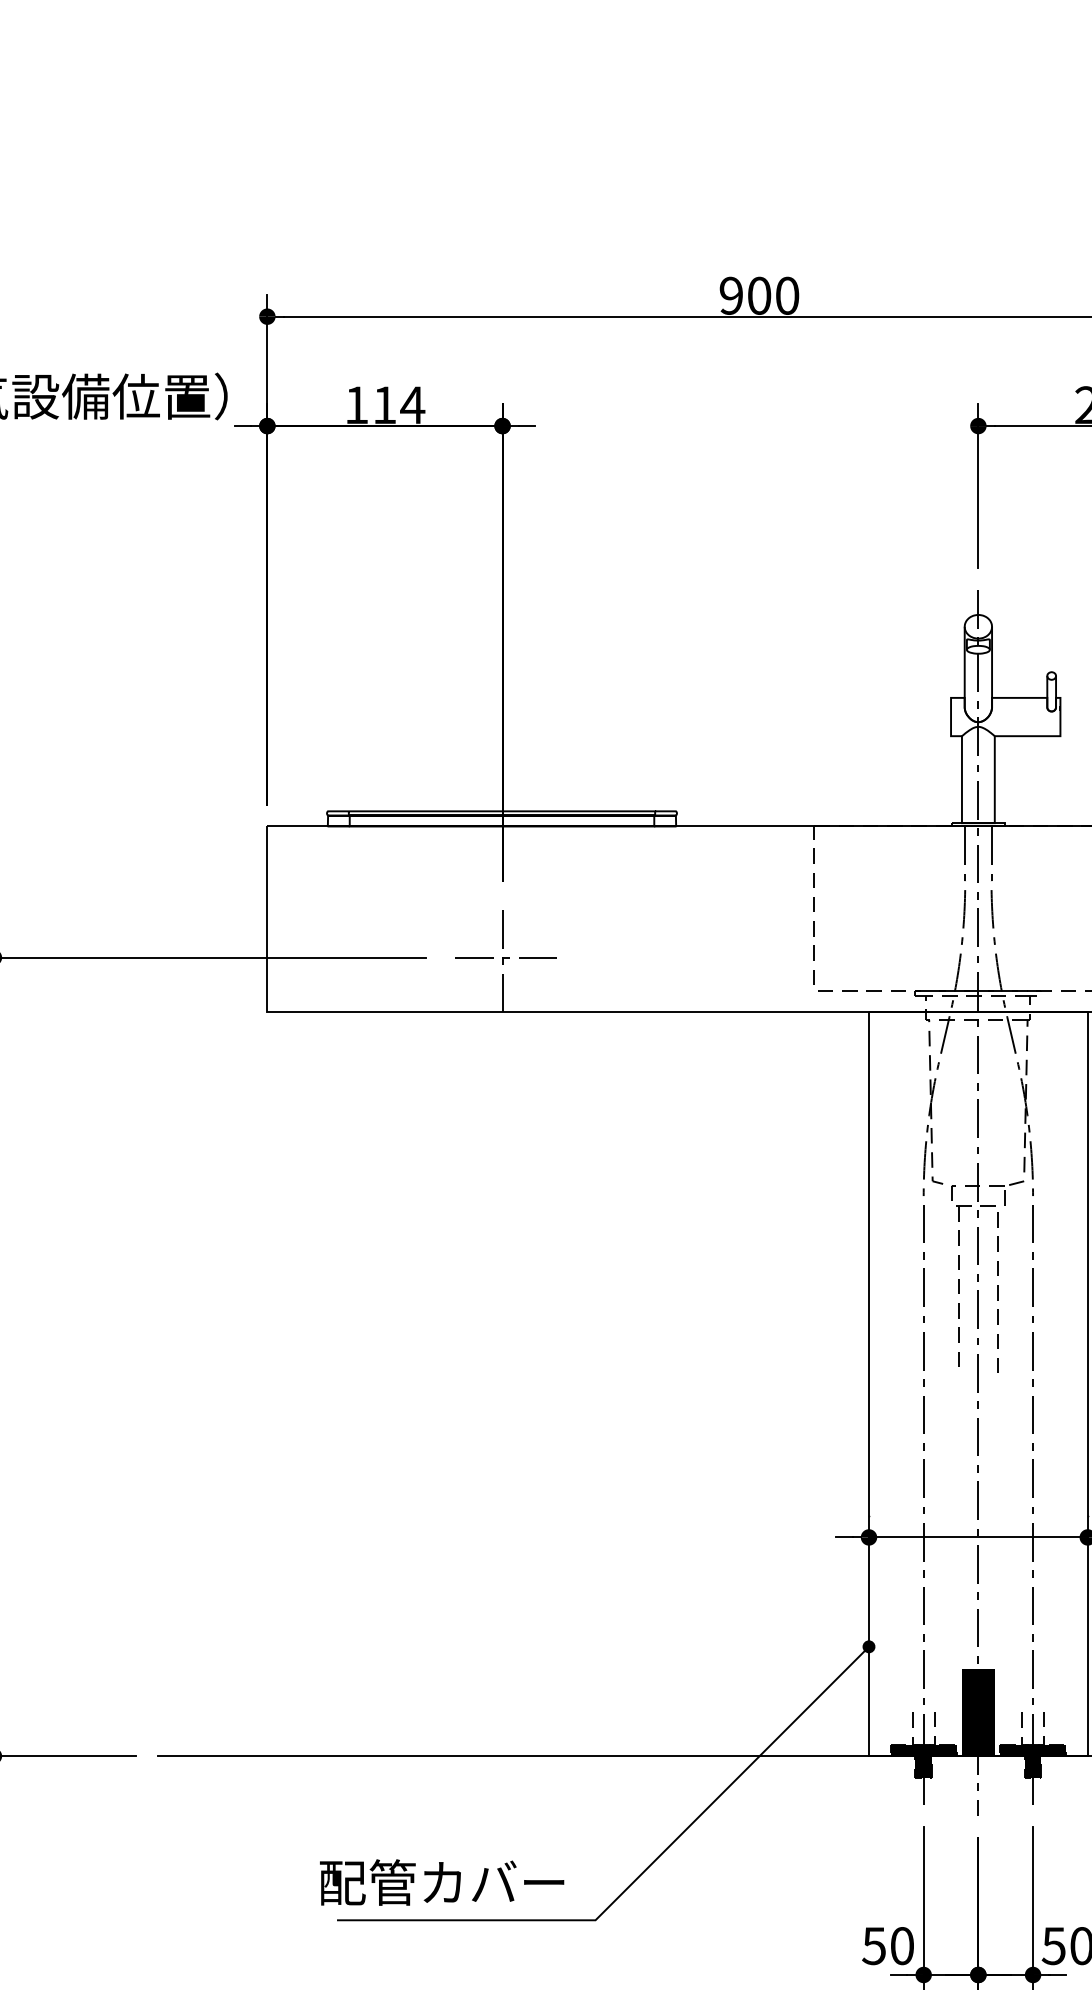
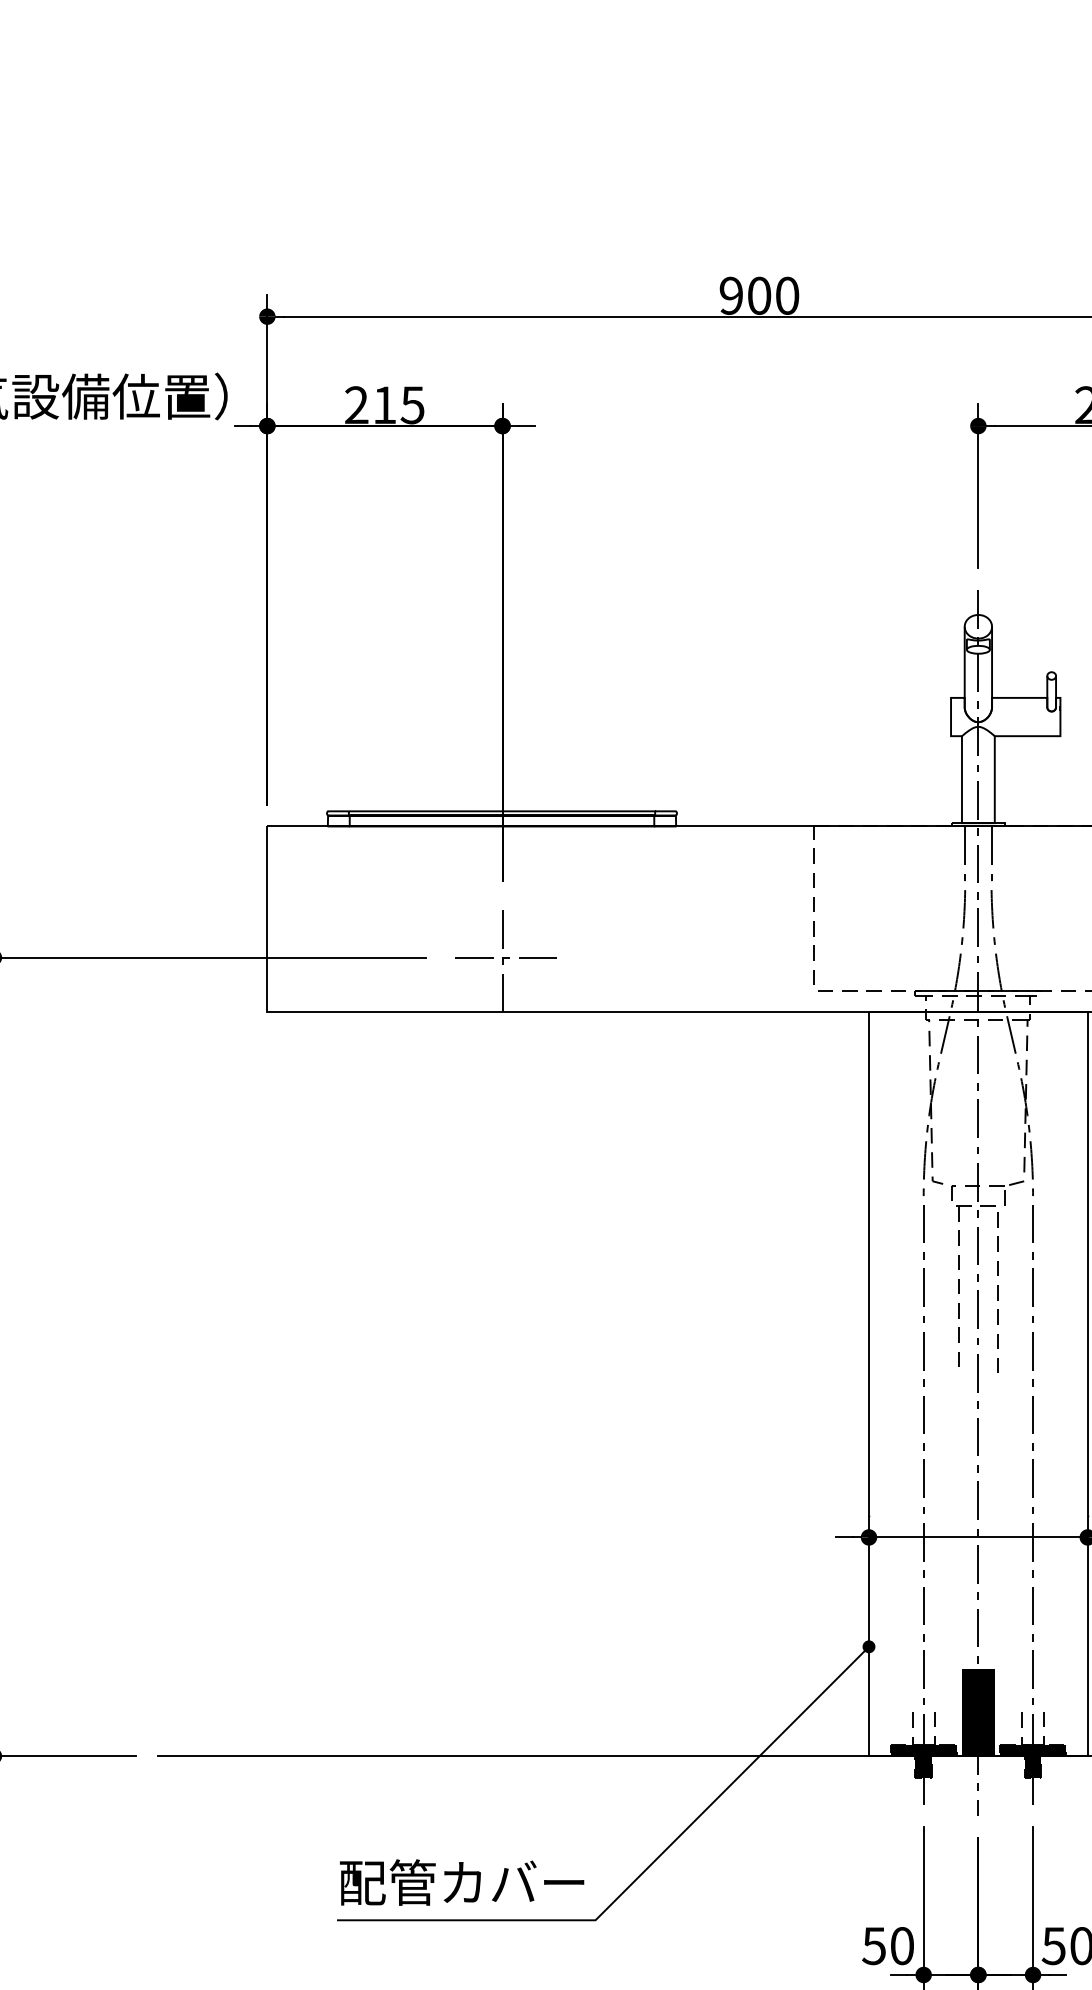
text at (385, 405): 114 -> 215
text at (442, 1882) position: (442, 1882) -> (462, 1882)
